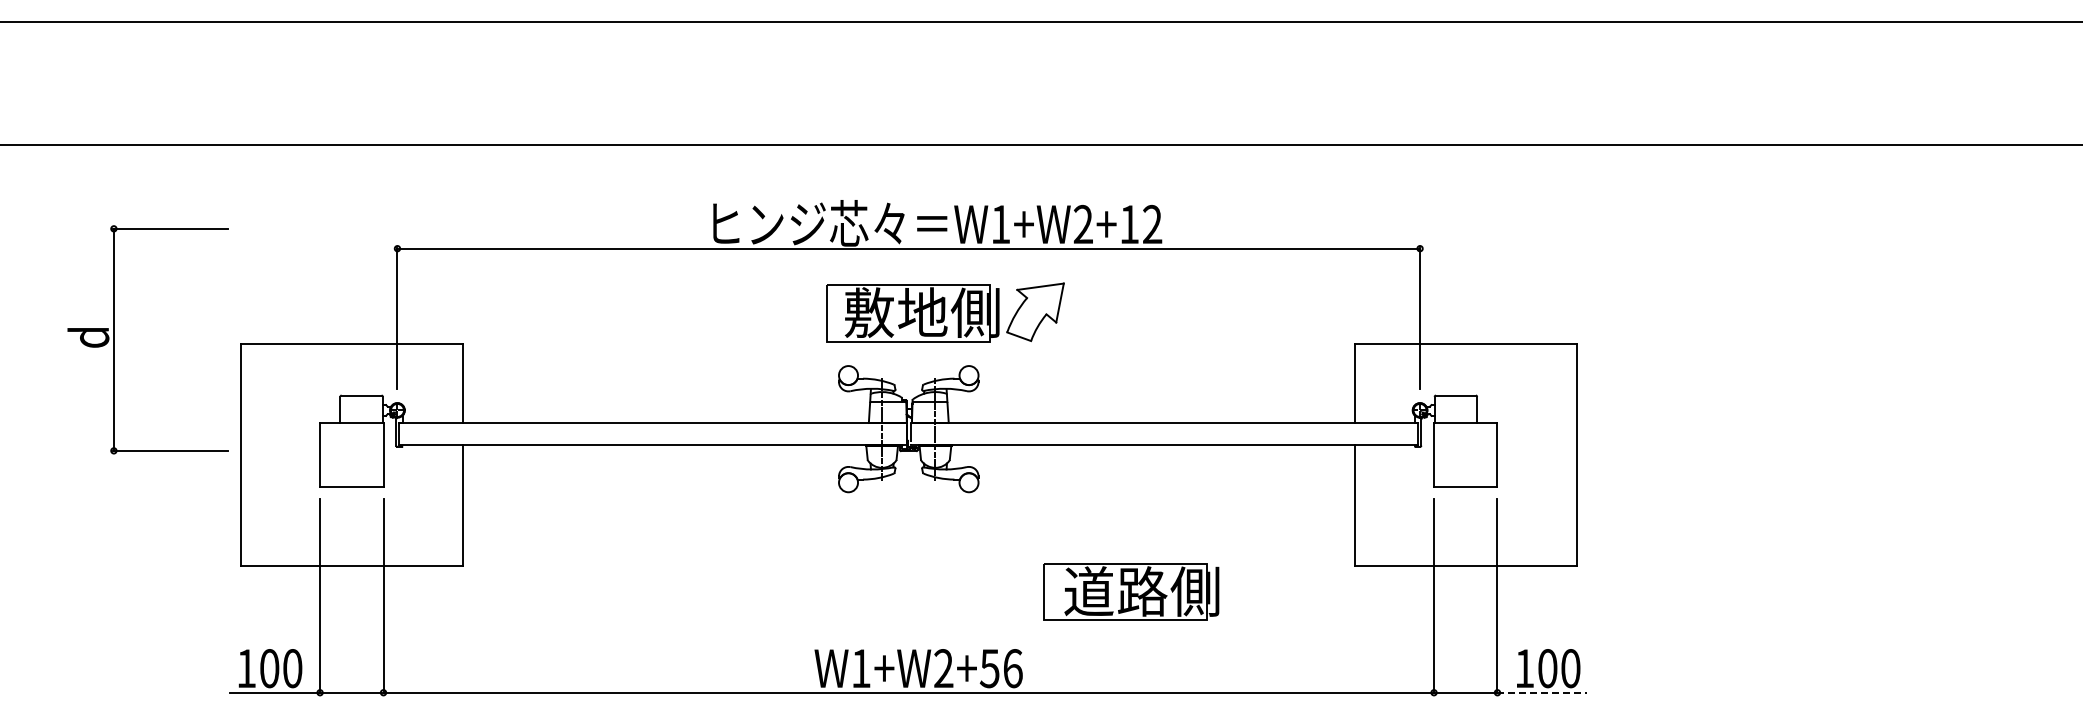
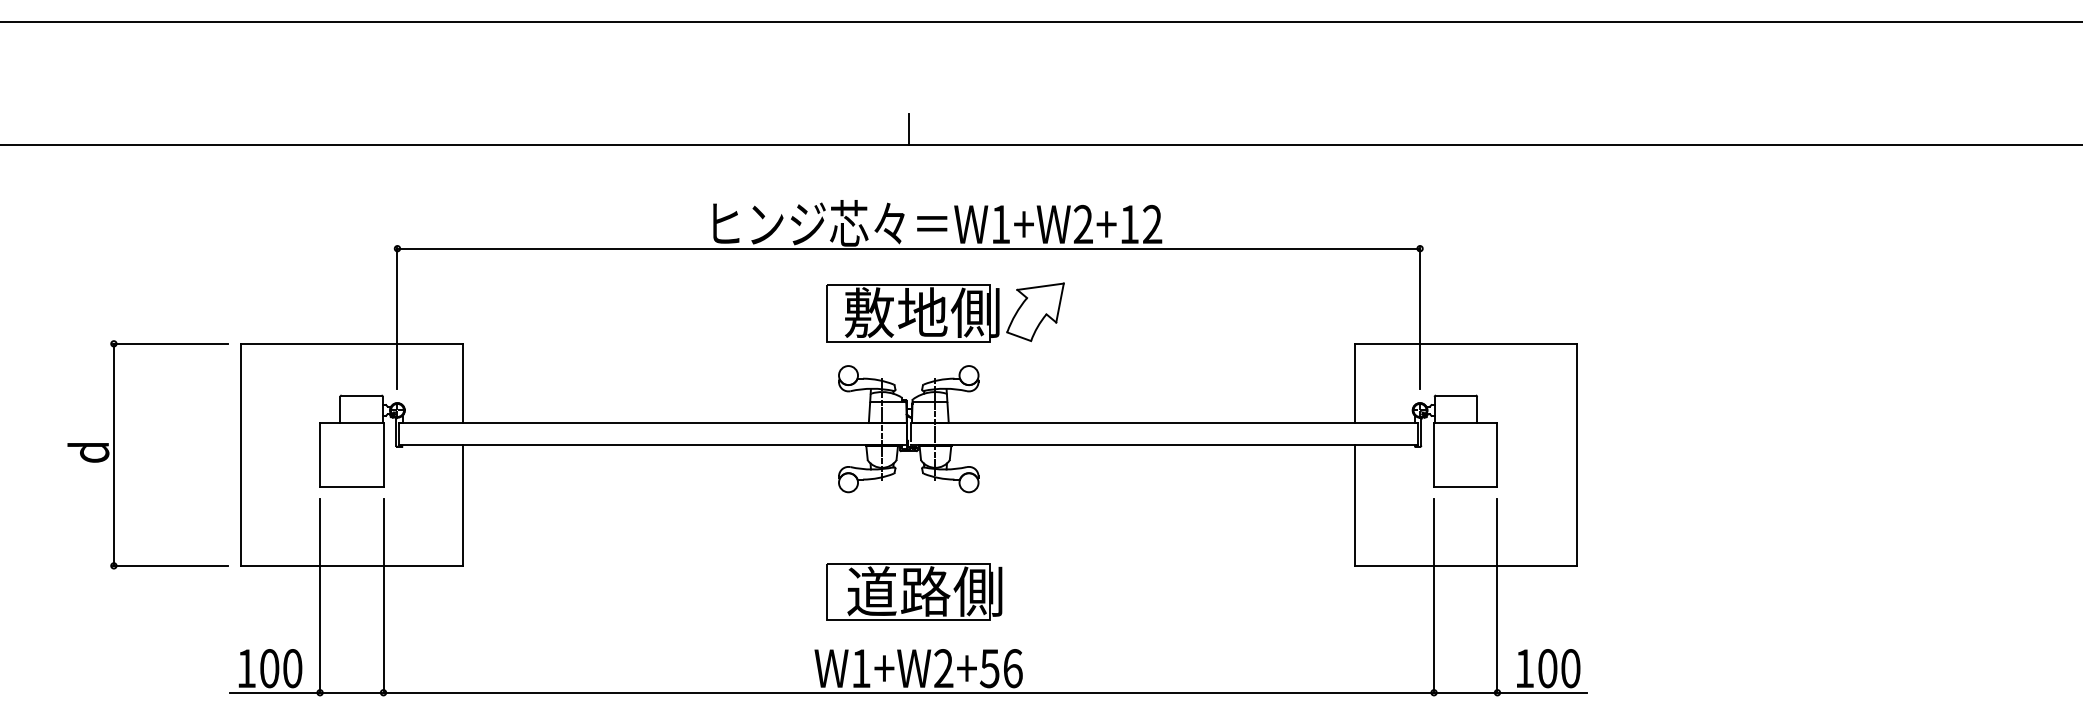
line at (908, 129): none -> present
part at (114, 339) position: (114, 339) -> (114, 454)
part at (1131, 591) position: (1131, 591) -> (914, 591)
line at (1542, 692): dashed -> solid
